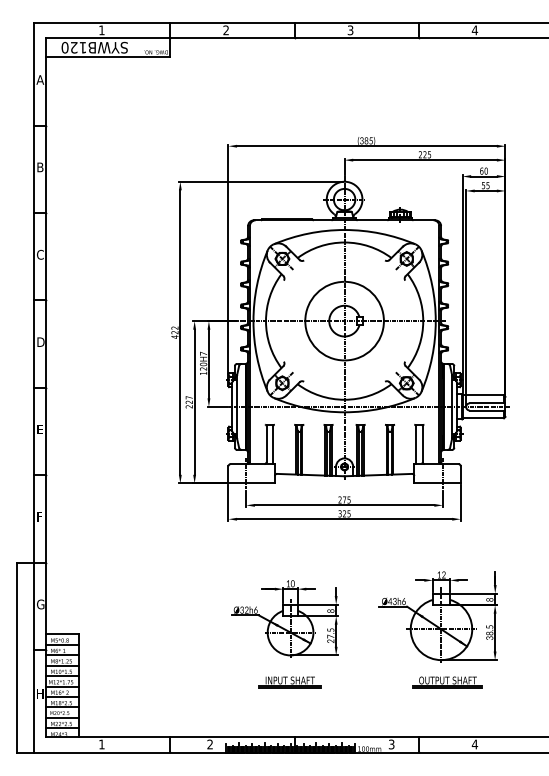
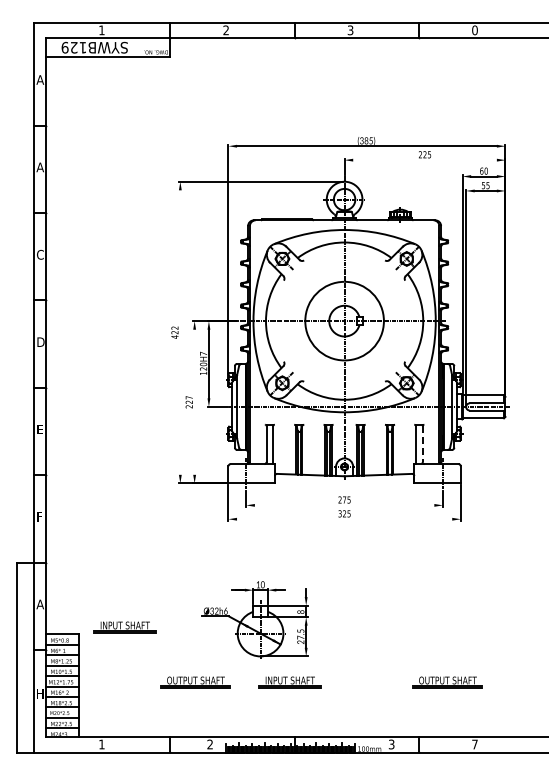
text at (474, 30): 4 -> 0
text at (64, 47): SYWB120 -> SYWB129
line at (424, 160): present -> none
text at (39, 167): B -> A
line at (180, 332): present -> none
line at (194, 401): present -> none
line at (422, 444): solid -> dashed
line at (344, 505): present -> none
line at (344, 519): present -> none
text at (40, 604): G -> A
part at (437, 616): present -> none
part at (284, 618) position: (284, 618) -> (254, 619)
part at (124, 627): none -> present
part at (195, 682): none -> present
text at (474, 744): 4 -> 7
